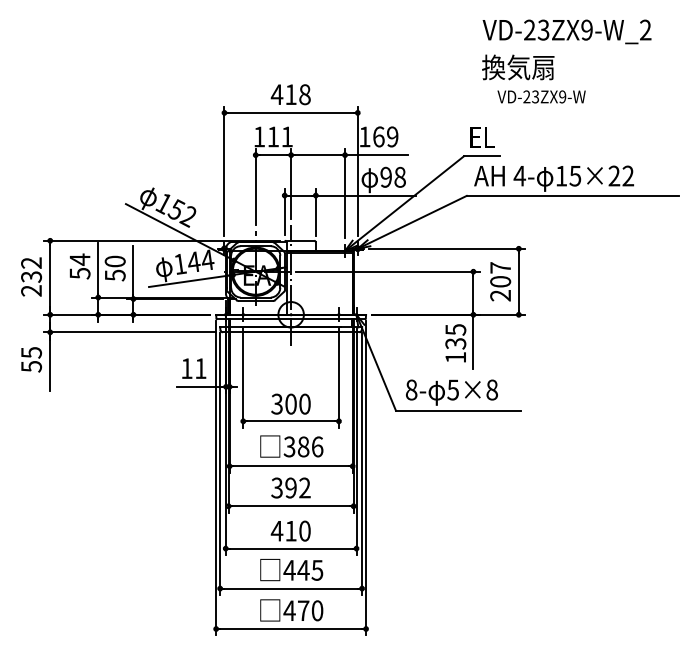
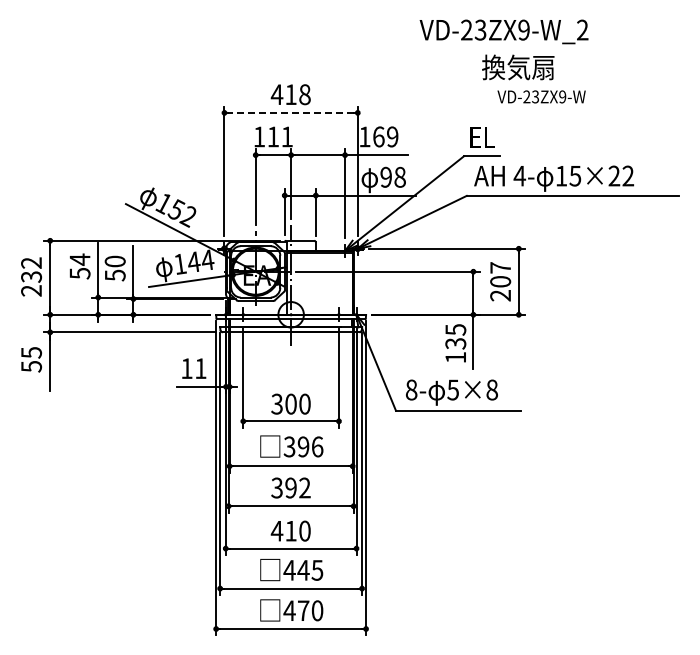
text at (566, 31) position: (566, 31) -> (503, 31)
line at (291, 112): solid -> dashed
text at (303, 446): 386 -> 396
